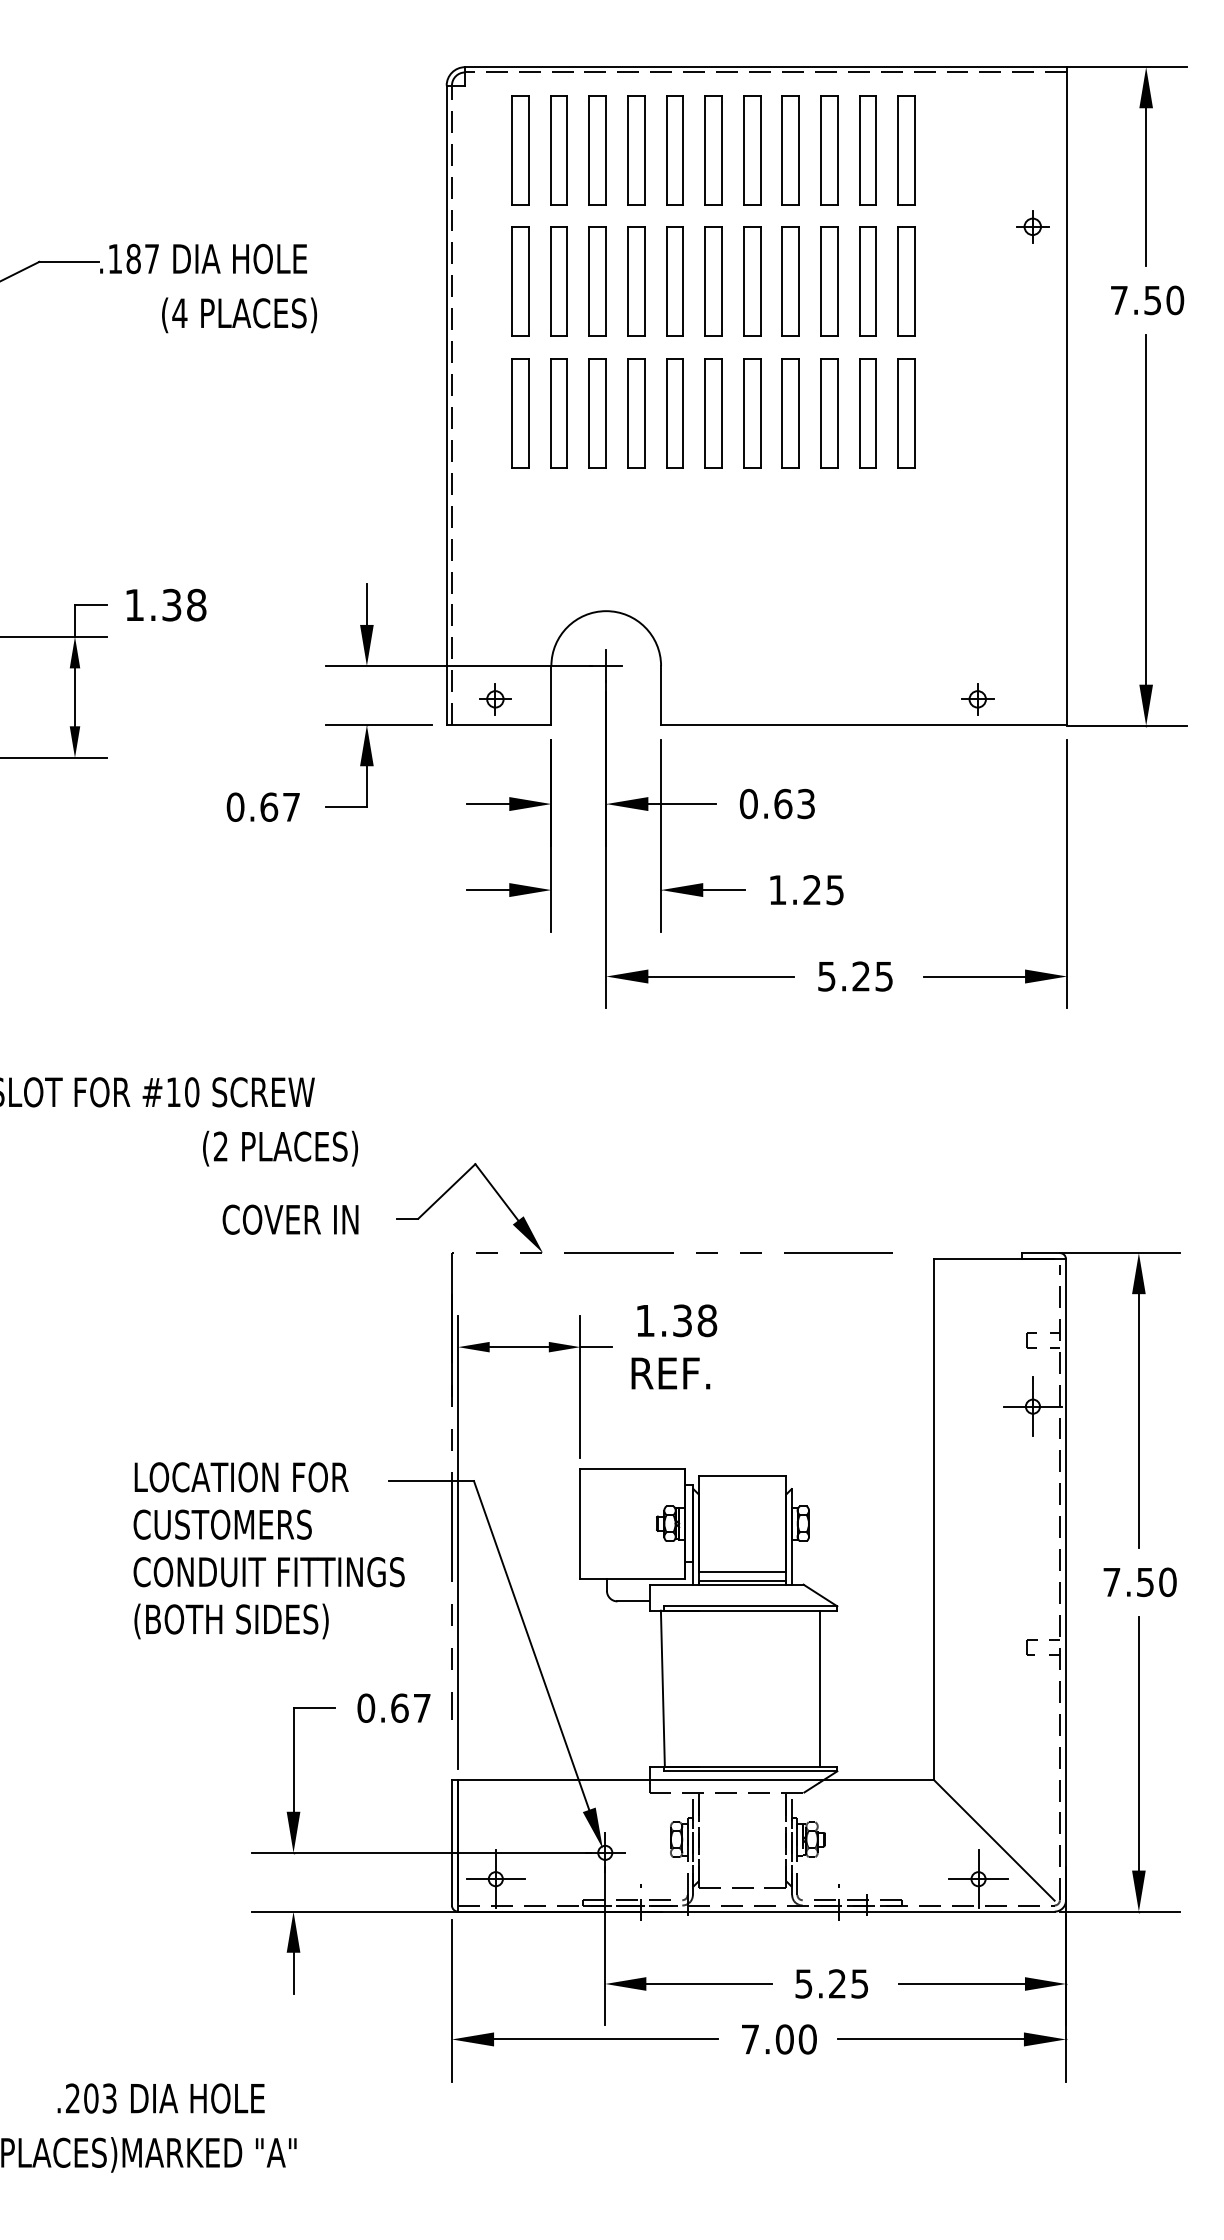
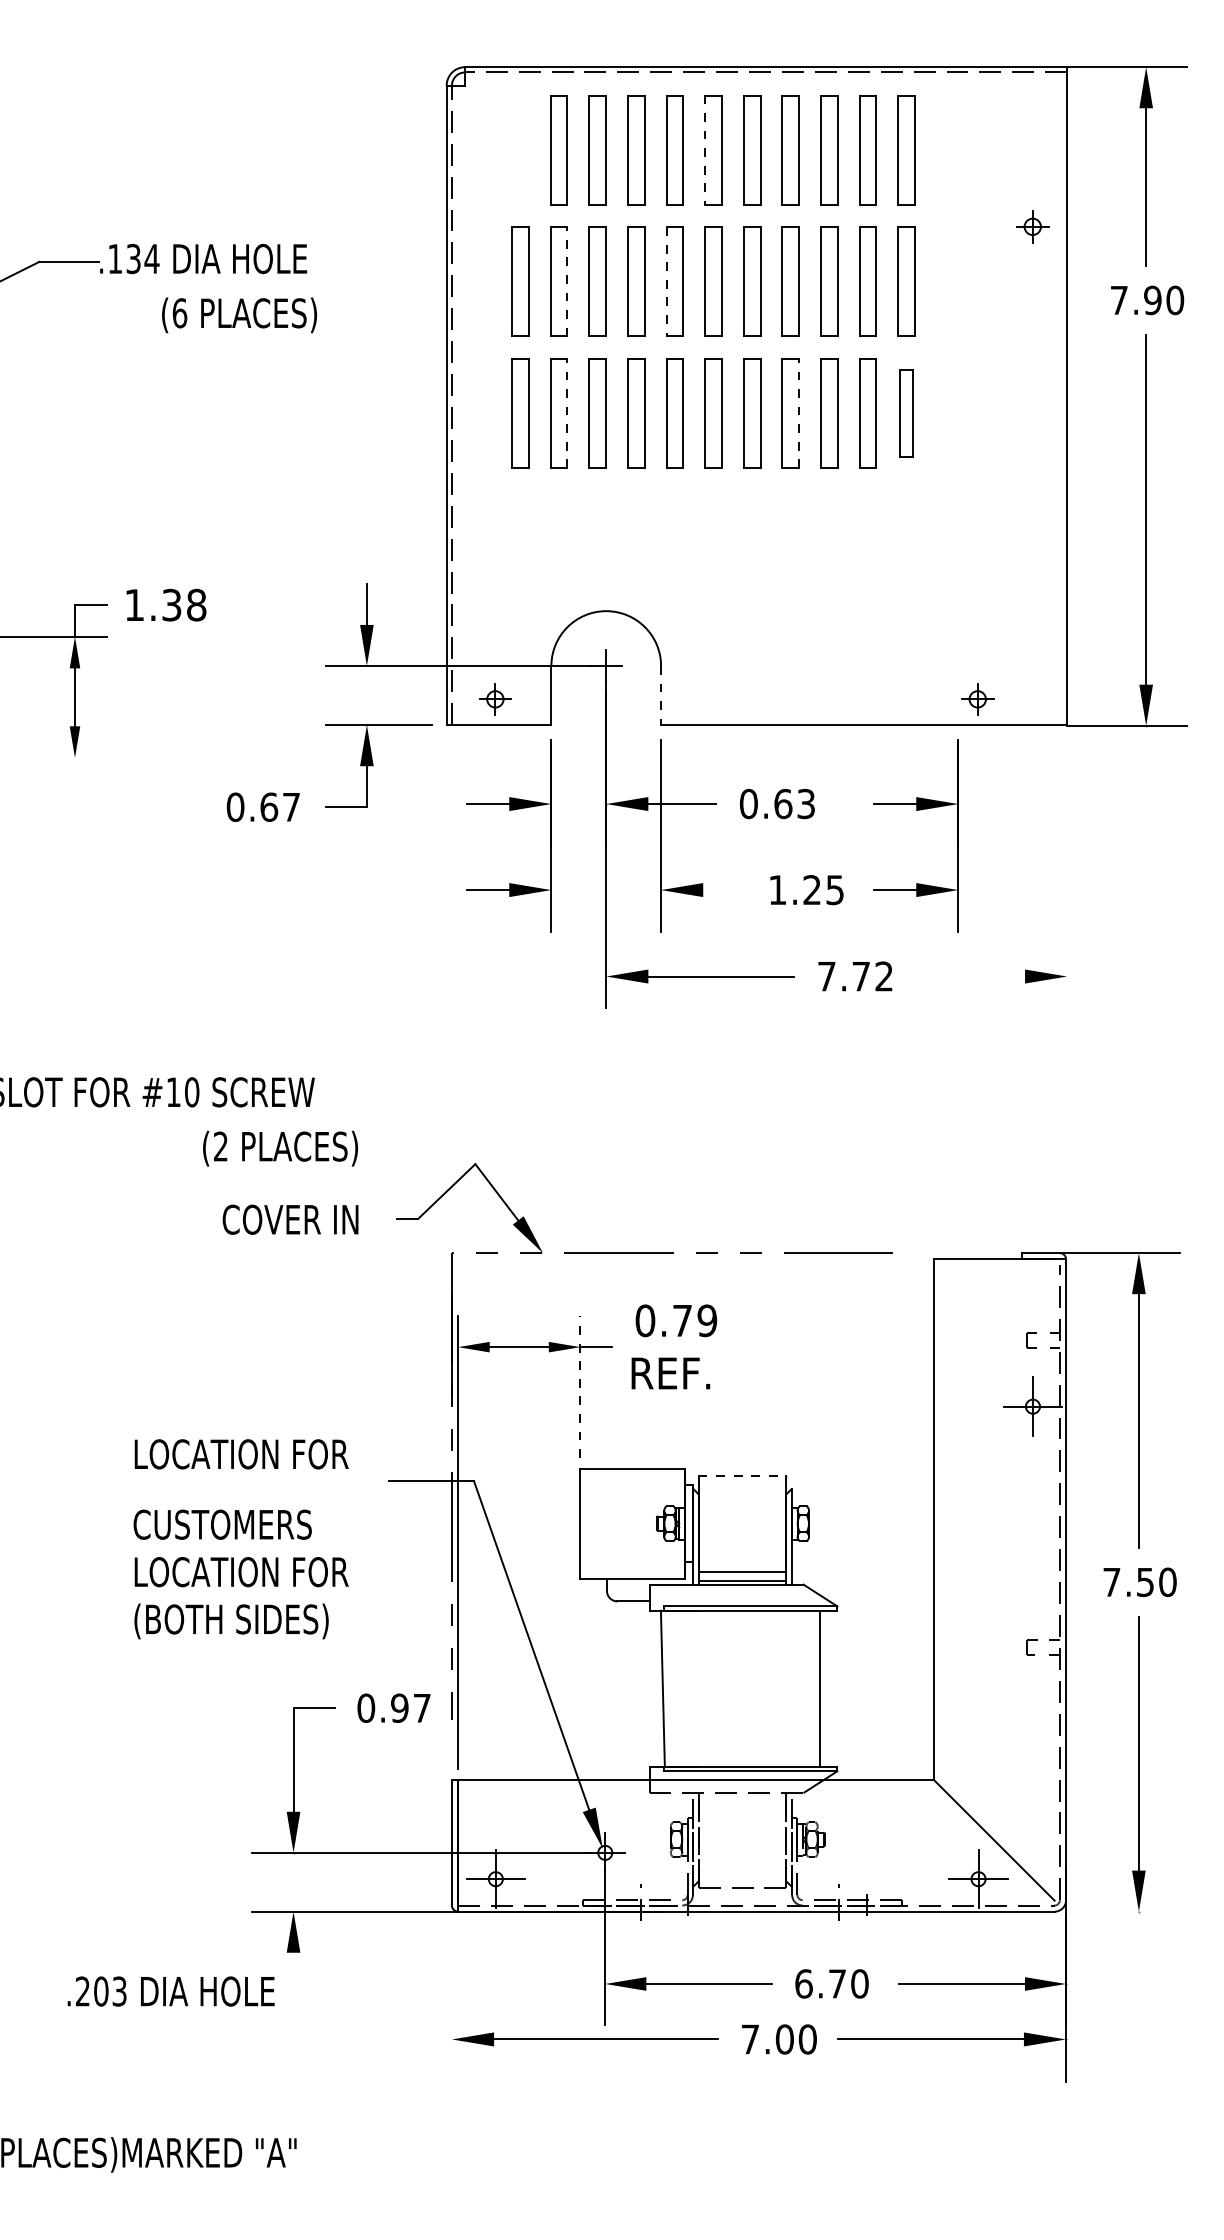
part at (520, 150): present -> none
line at (705, 150): solid -> dashed
text at (142, 259): .187 -> .134
line at (567, 281): solid -> dashed
line at (666, 281): solid -> dashed
text at (1152, 299): 7.50 -> 7.90
text at (179, 313): (4 -> (6
line at (567, 413): solid -> dashed
line at (799, 413): solid -> dashed
part at (906, 413) size: 19x111 px -> 15x89 px
line at (661, 695): solid -> dashed
line at (54, 757): present -> none
part at (916, 810): none -> present
line at (1067, 873): present -> none
line at (724, 890): present -> none
text at (855, 976): 5.25 -> 7.72
line at (974, 976): present -> none
text at (676, 1320): 1.38 -> 0.79
line at (580, 1386): solid -> dashed
line at (742, 1475): solid -> dashed
text at (241, 1477) position: (241, 1477) -> (241, 1454)
text at (268, 1572): CONDUIT FITTINGS -> LOCATION FOR
text at (399, 1707): 0.67 -> 0.97
line at (1119, 1911): present -> none
line at (293, 1972): present -> none
text at (831, 1983): 5.25 -> 6.70
line at (451, 2000): present -> none
text at (160, 2098) position: (160, 2098) -> (170, 1991)
